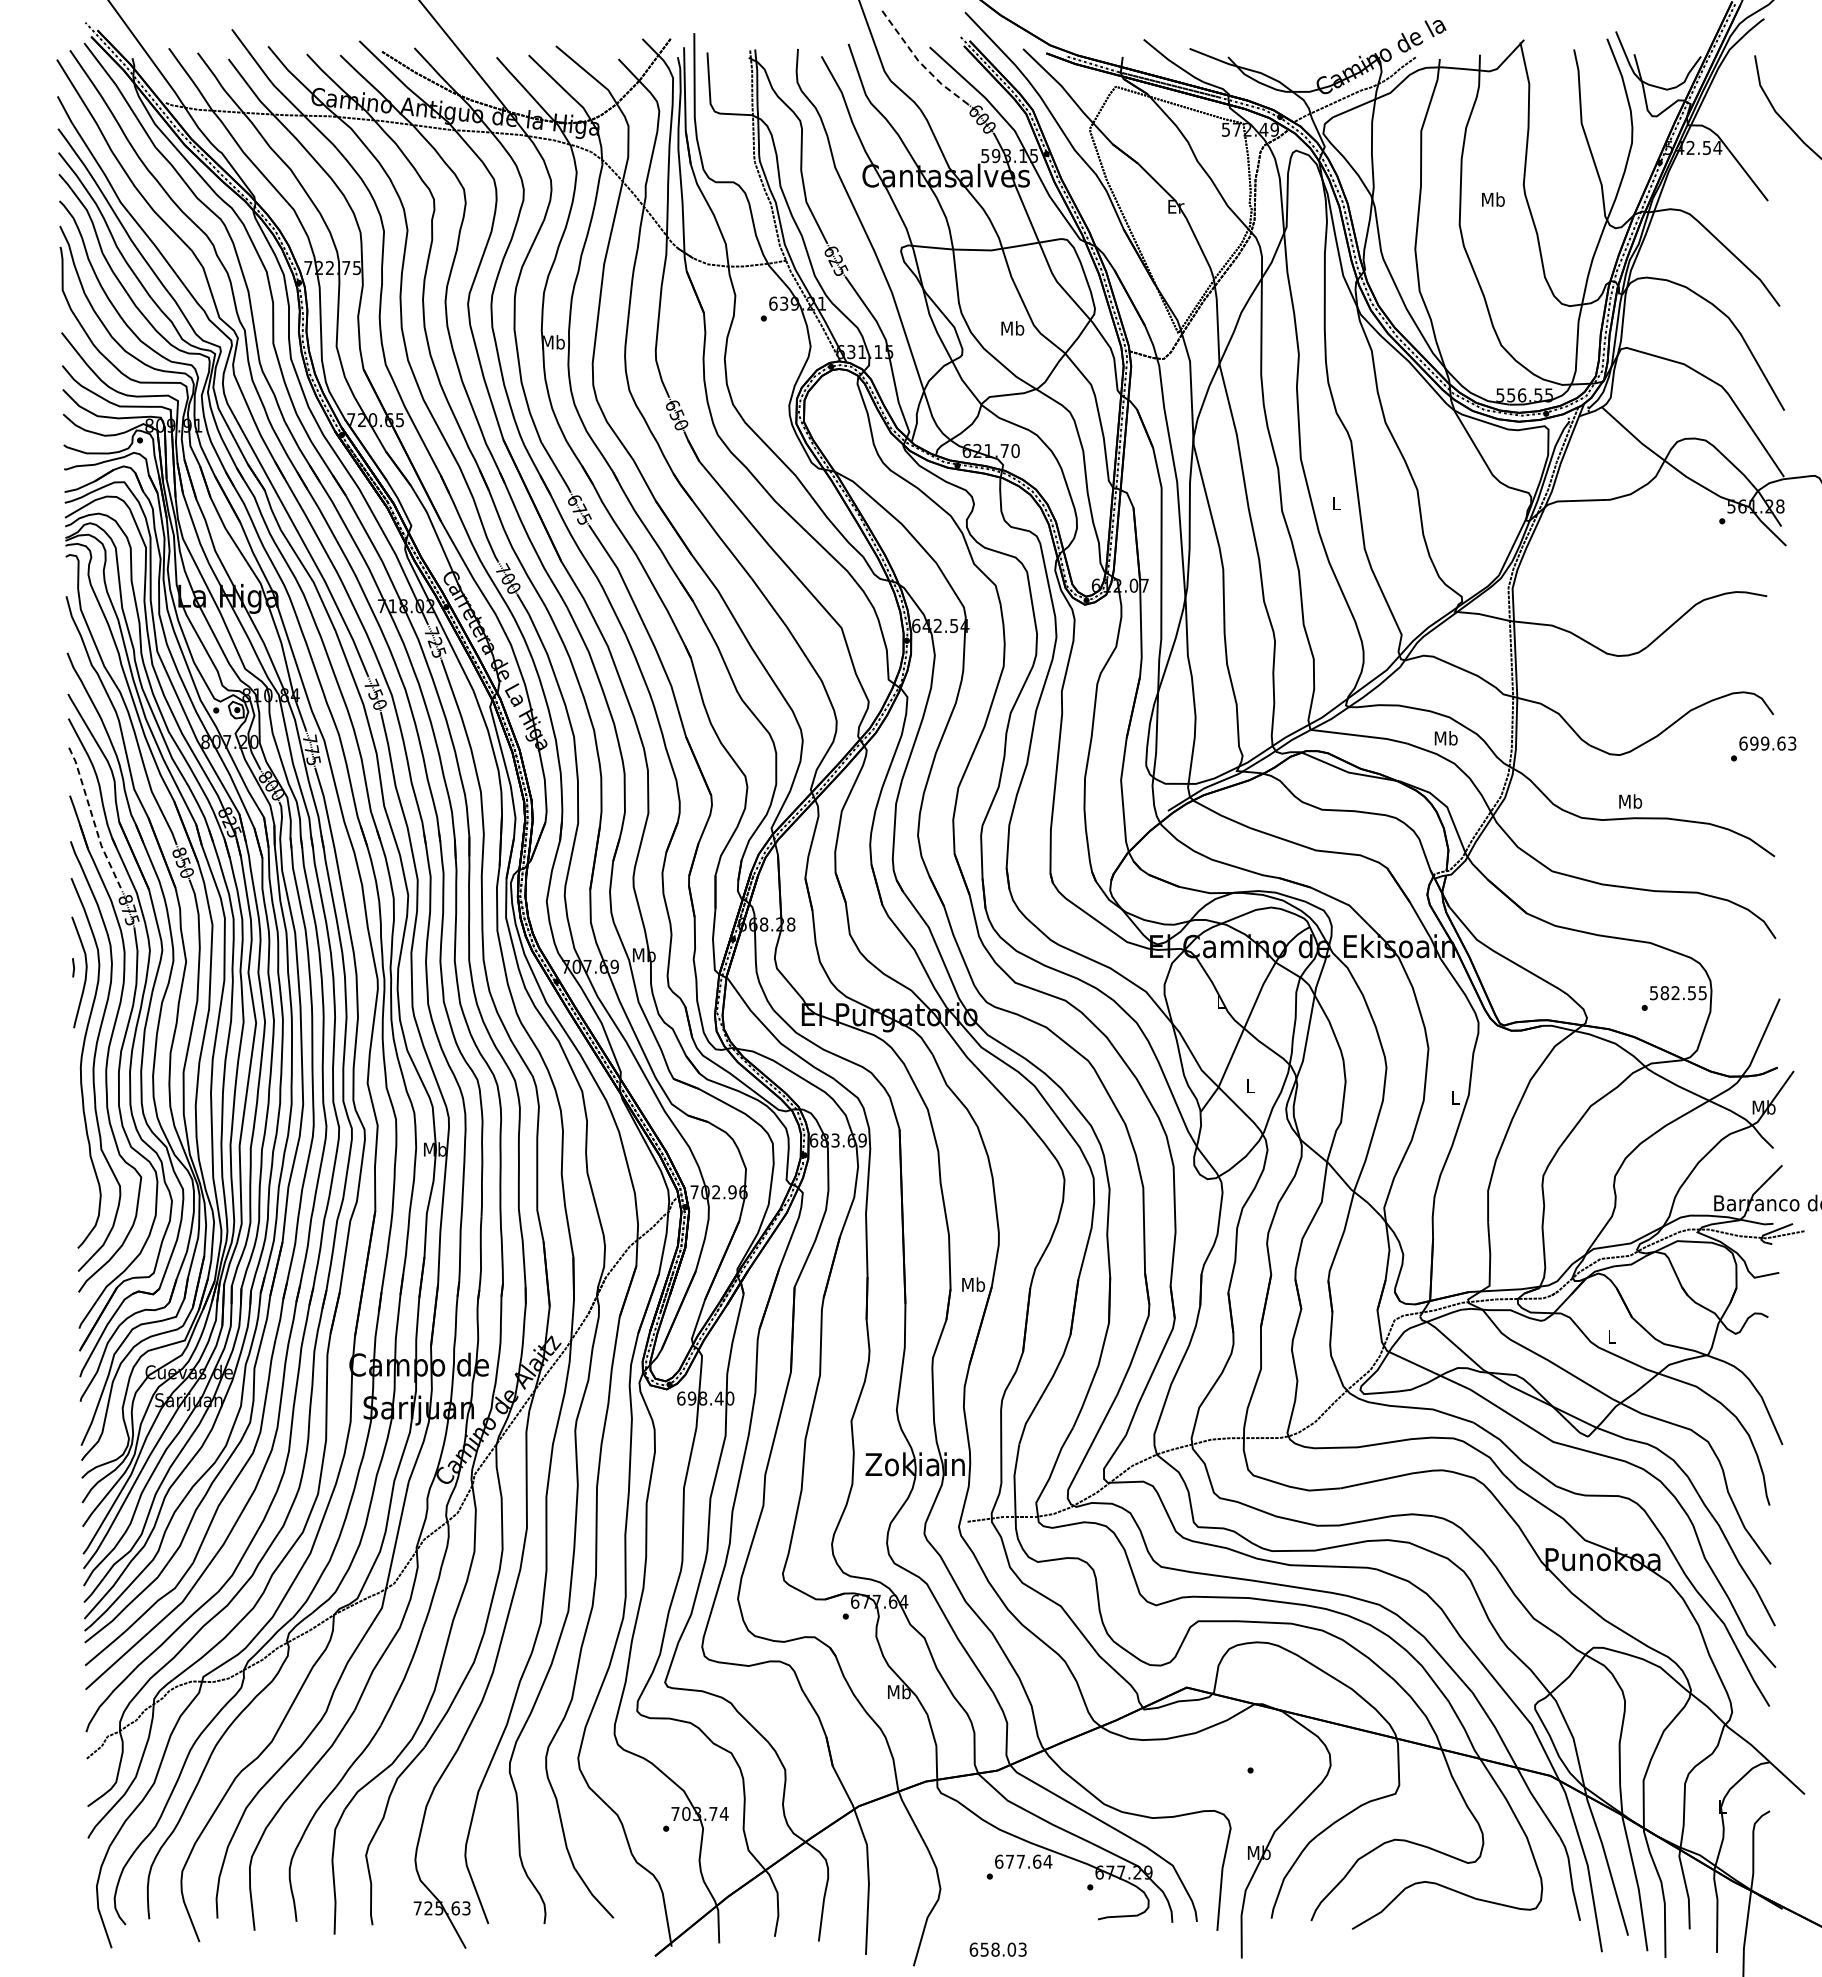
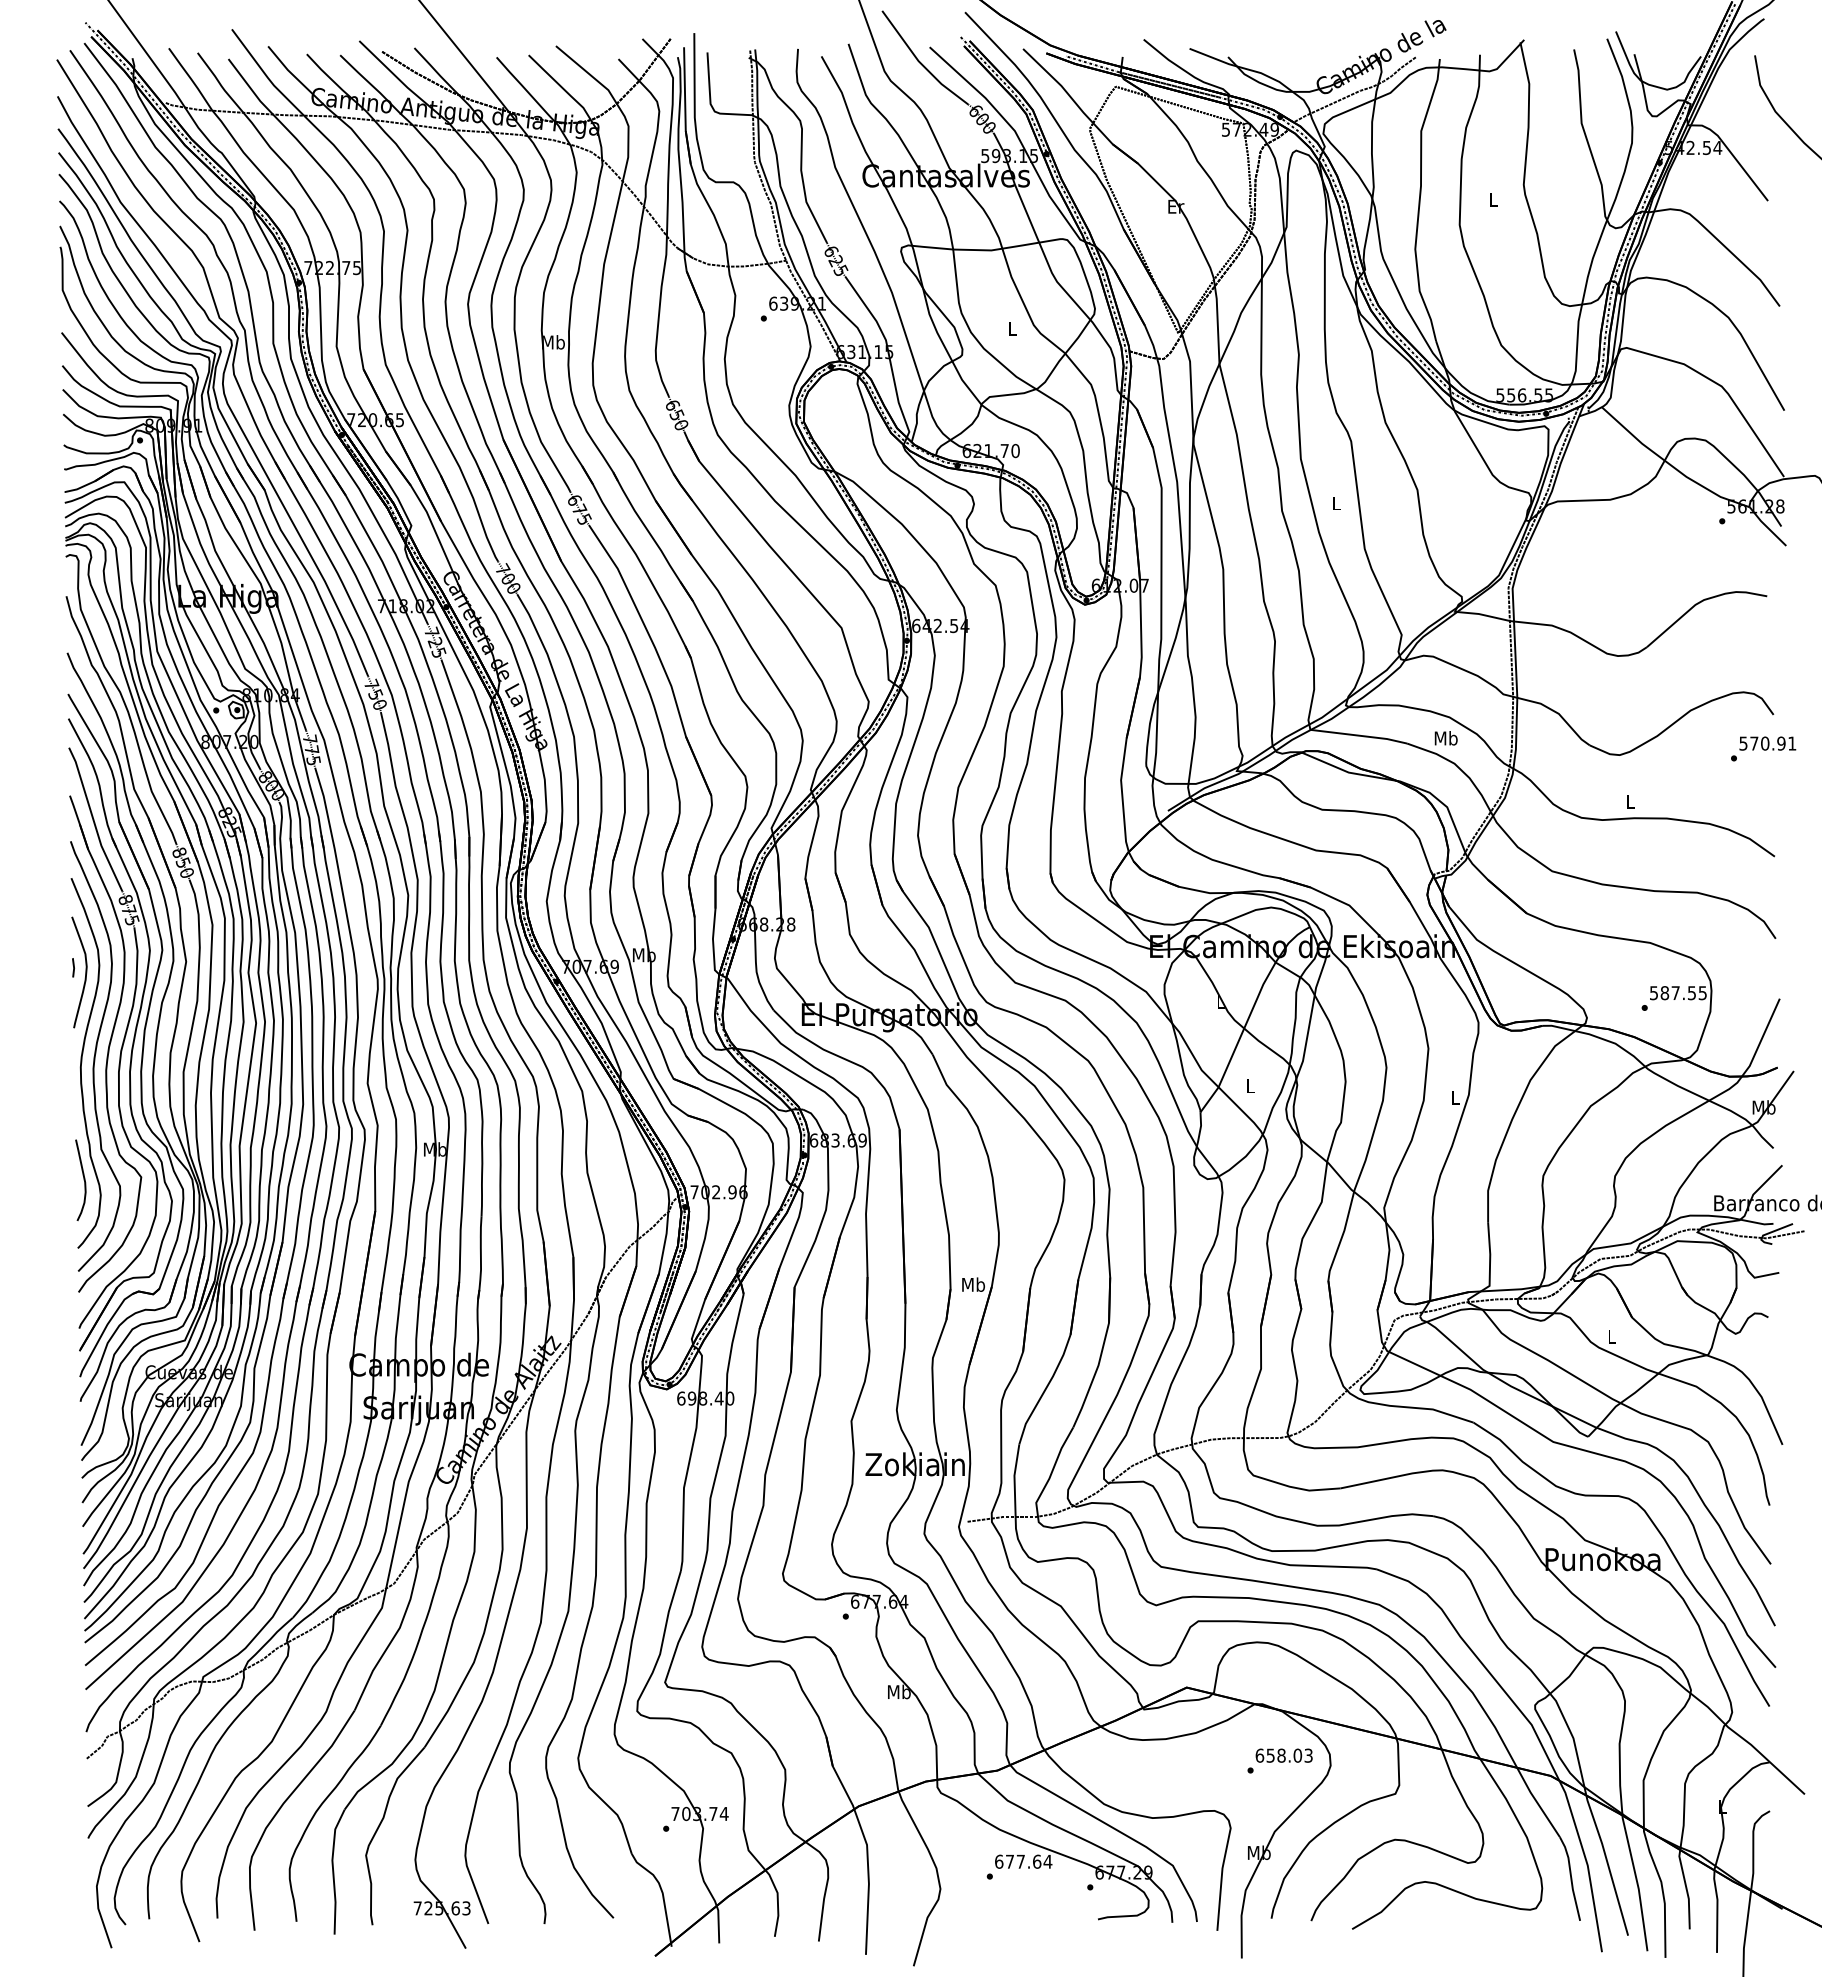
line at (919, 62): dashed -> solid
text at (1493, 199): Mb -> L
text at (1012, 328): Mb -> L
text at (1767, 743): 699.63 -> 570.91
text at (1630, 801): Mb -> L
line at (93, 821): dashed -> solid
text at (1675, 992): 582.55 -> 587.55
curve at (83, 1179): none -> present
text at (997, 1949) position: (997, 1949) -> (1283, 1755)
